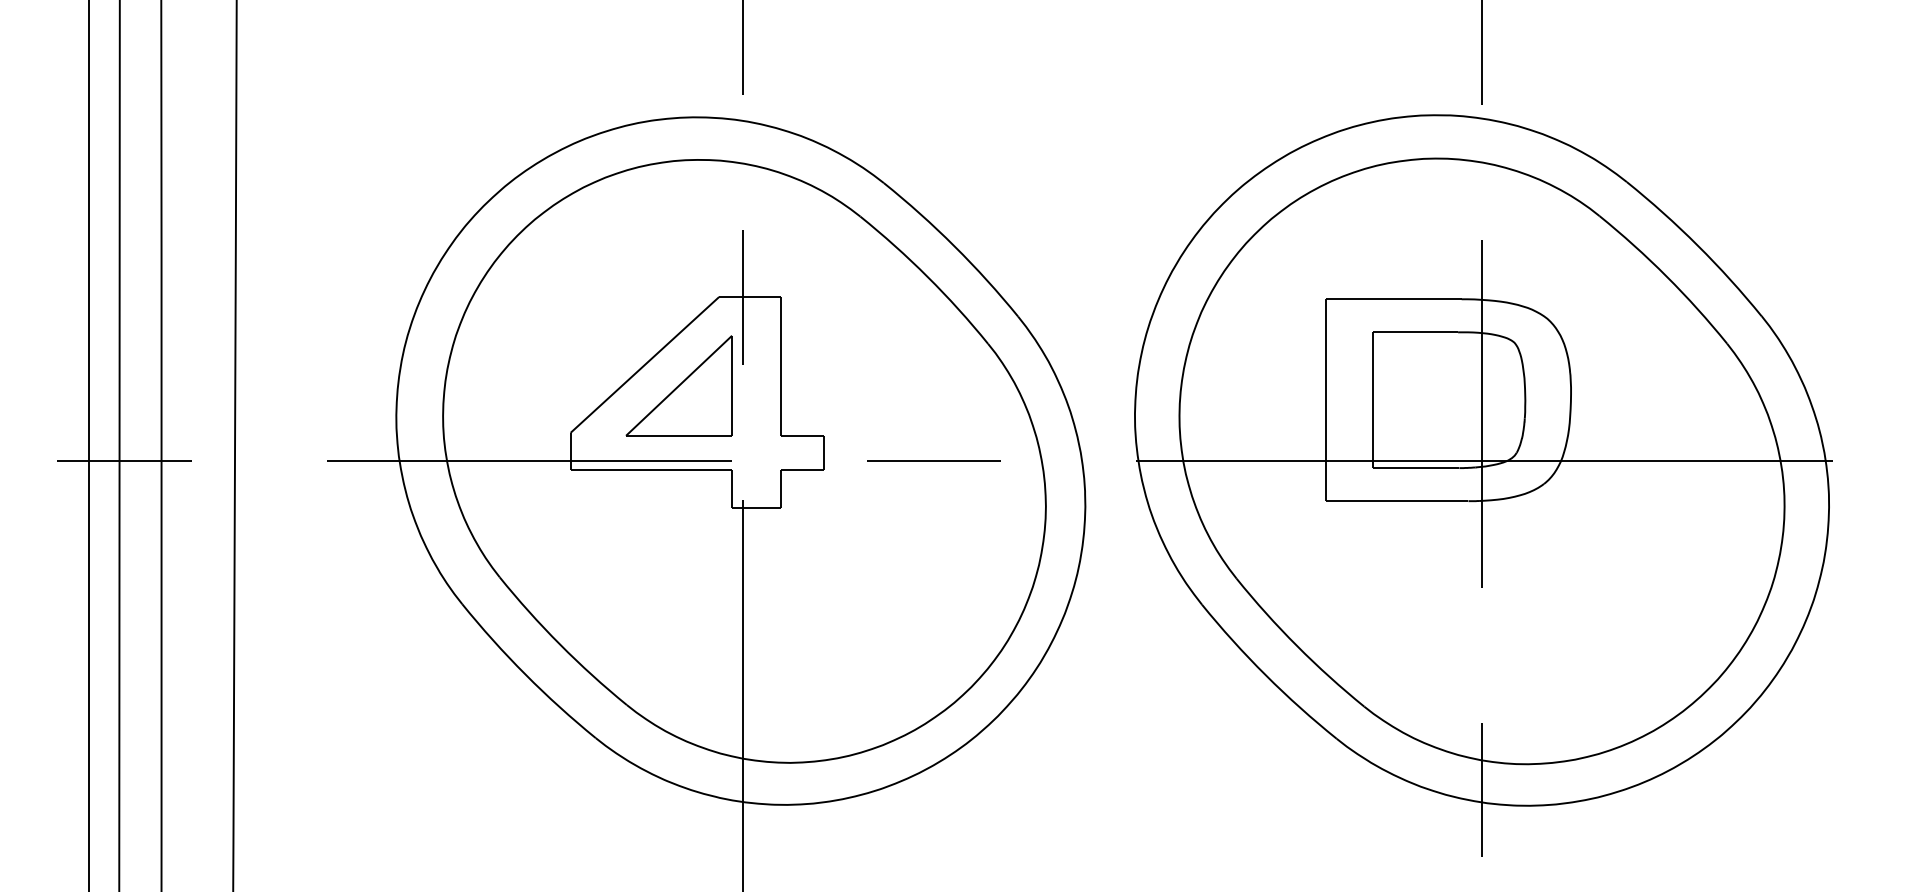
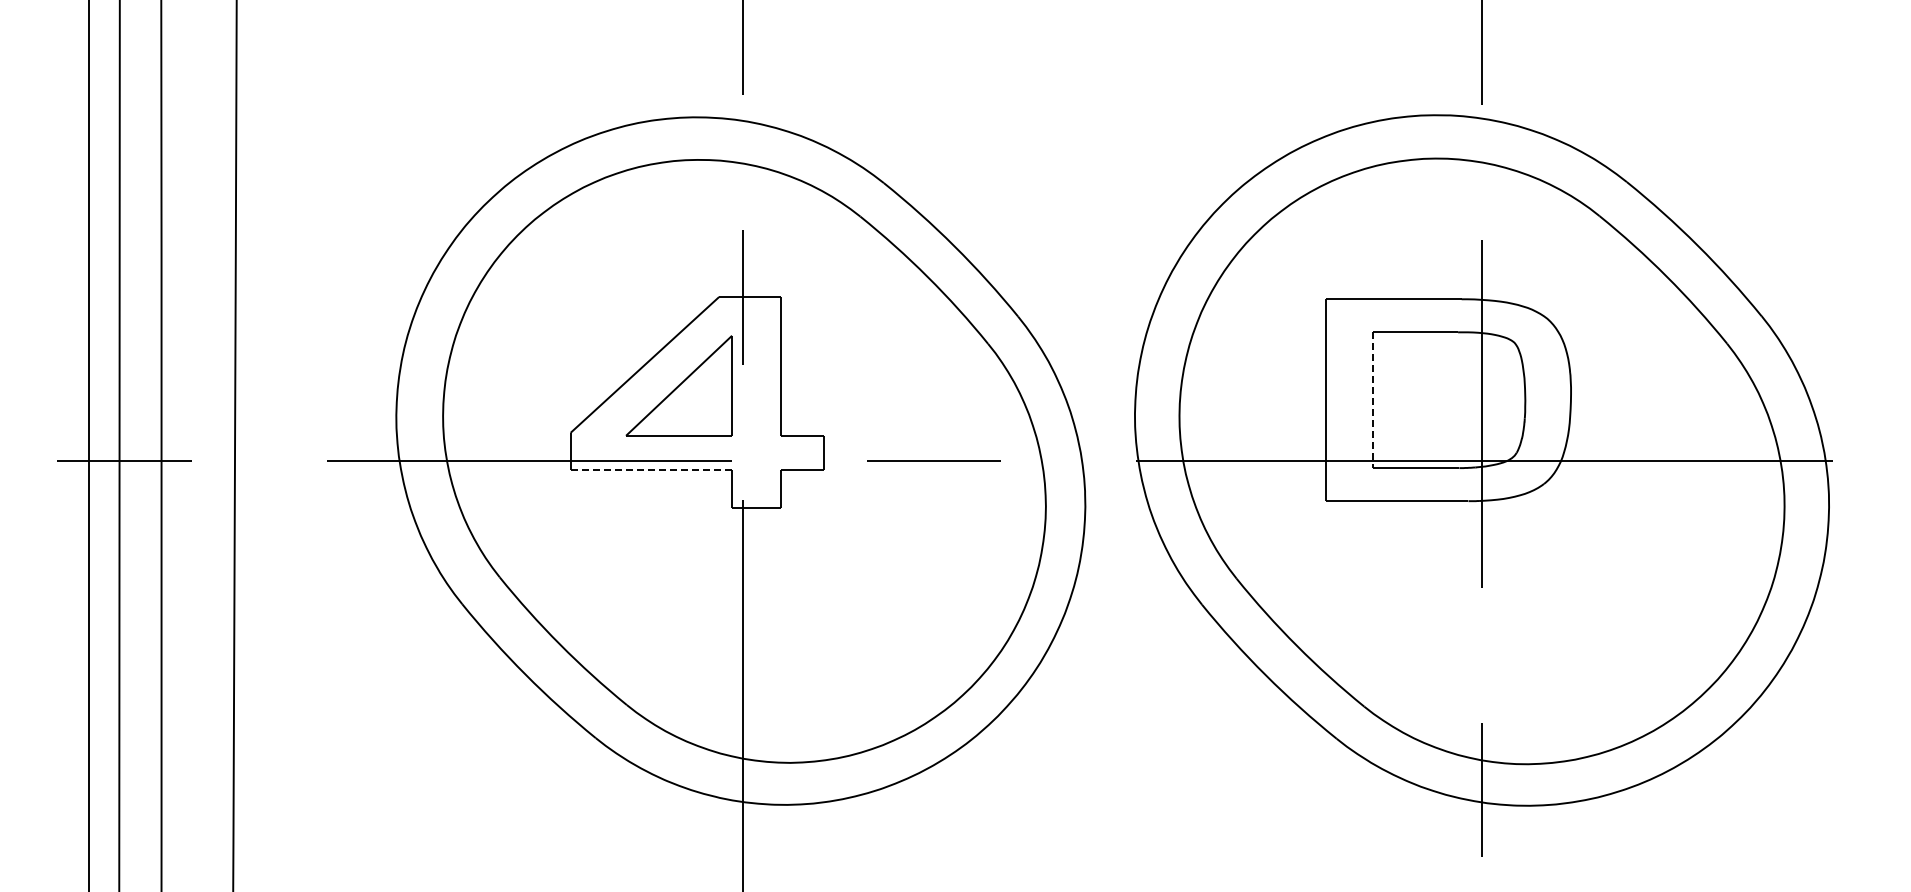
line at (1373, 400): solid -> dashed
line at (651, 469): solid -> dashed
